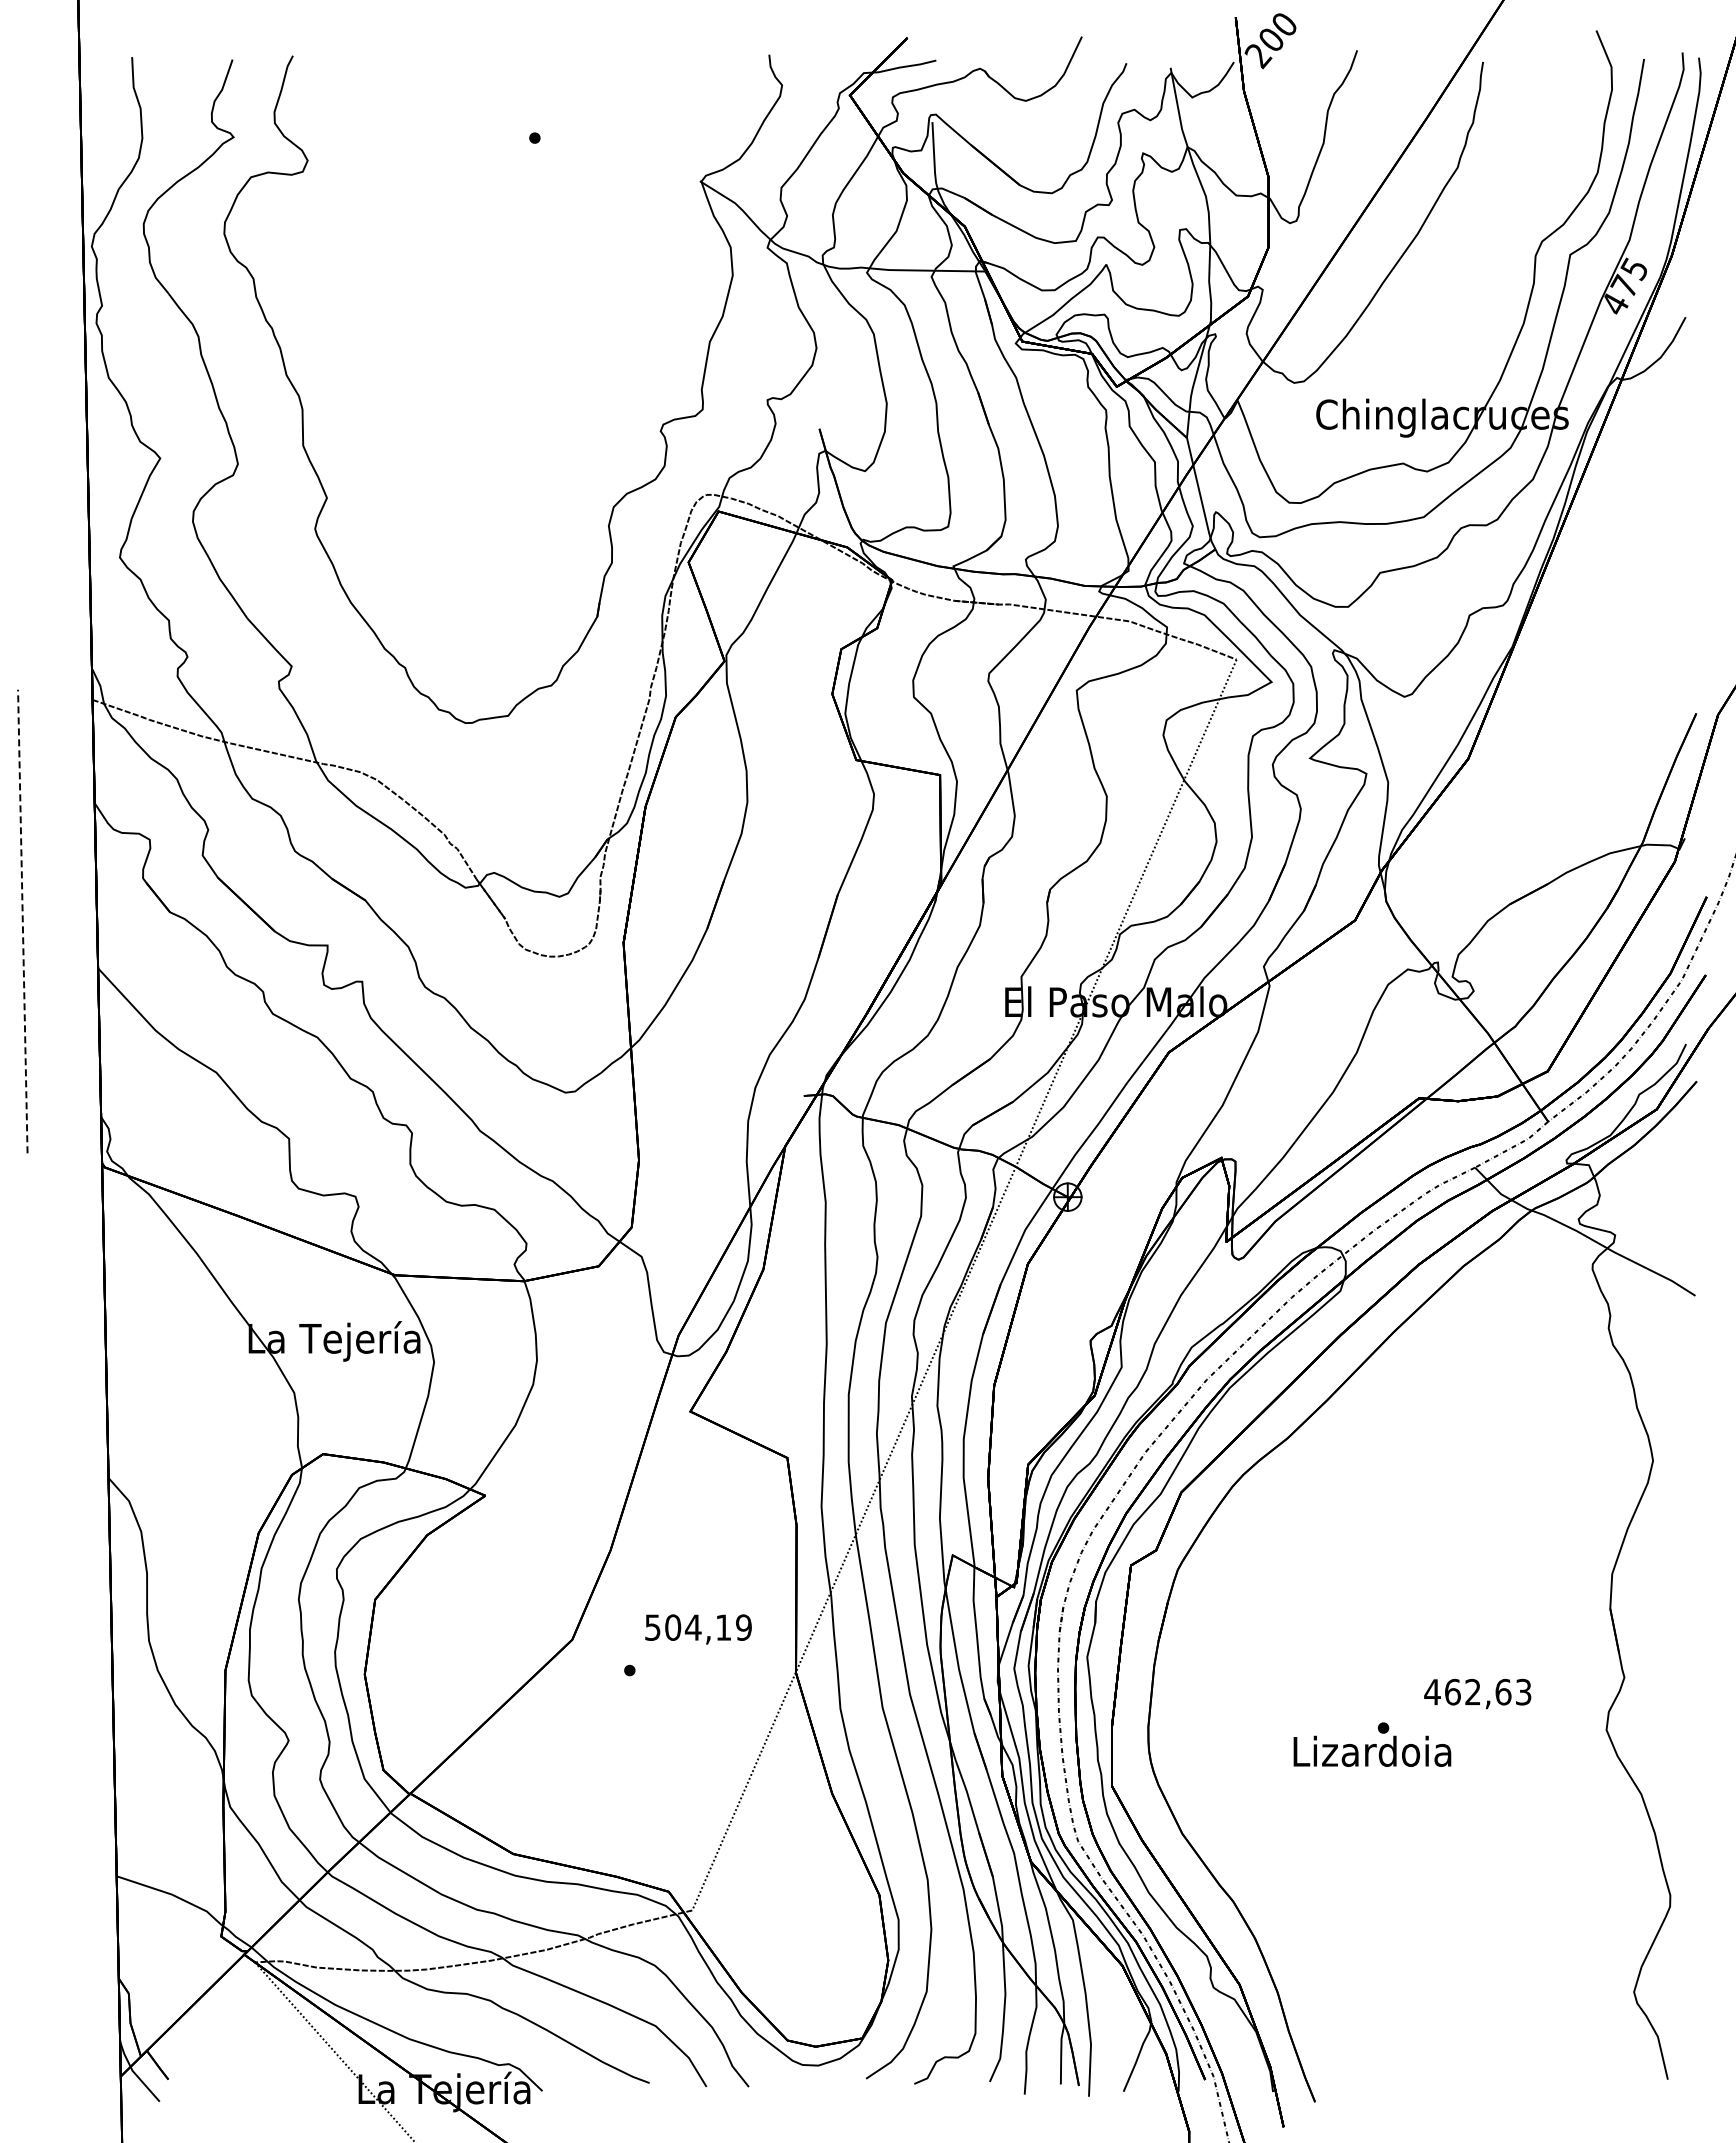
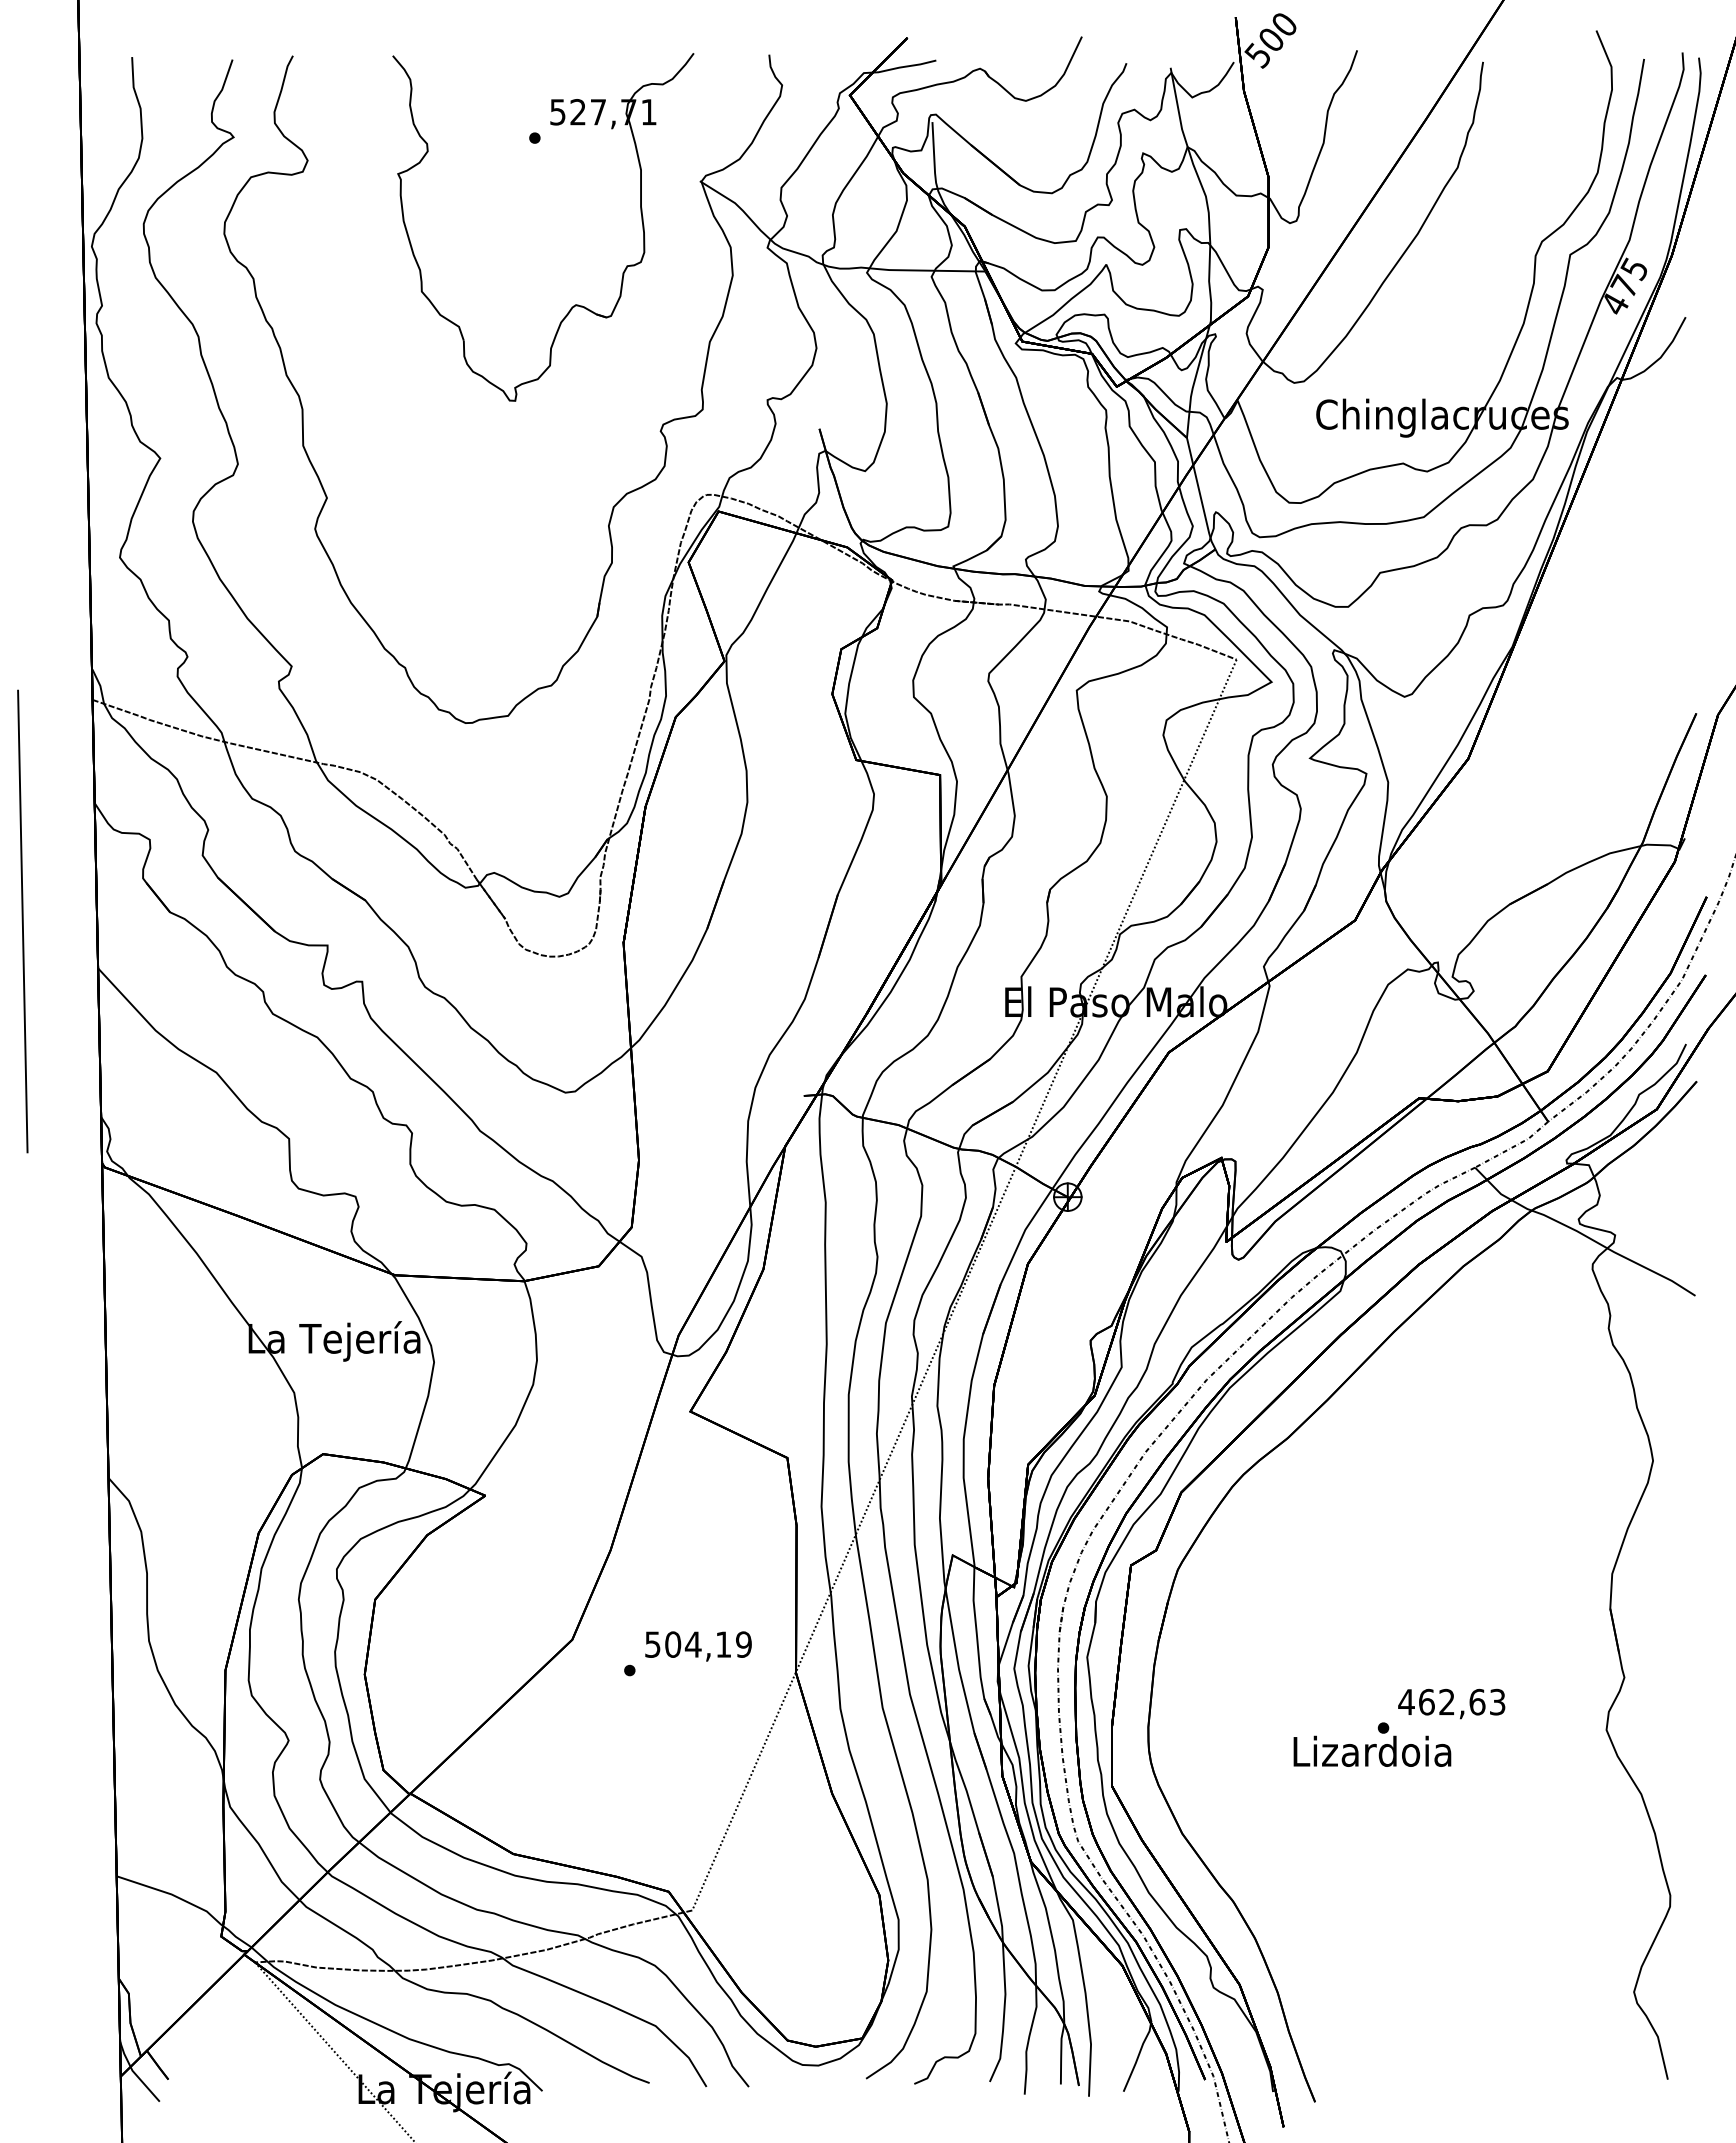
text at (1258, 55): 200 -> 500
part at (575, 304): none -> present
line at (22, 921): dashed -> solid
text at (698, 1629) position: (698, 1629) -> (698, 1646)
text at (1477, 1693) position: (1477, 1693) -> (1451, 1703)
